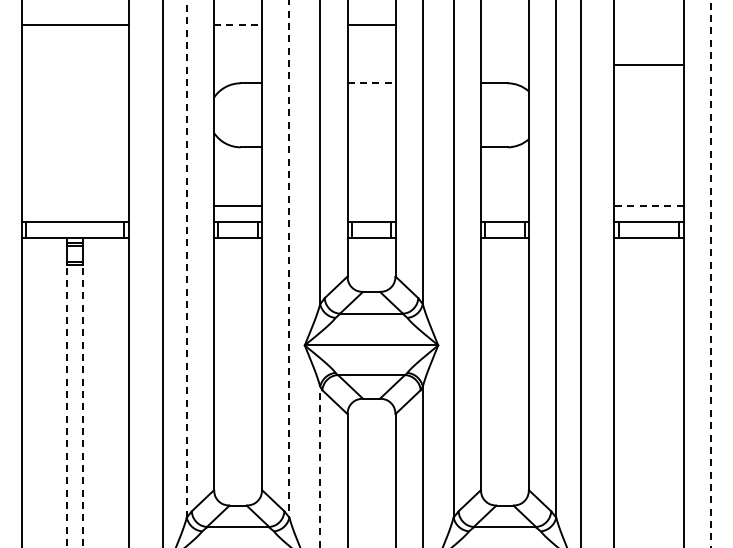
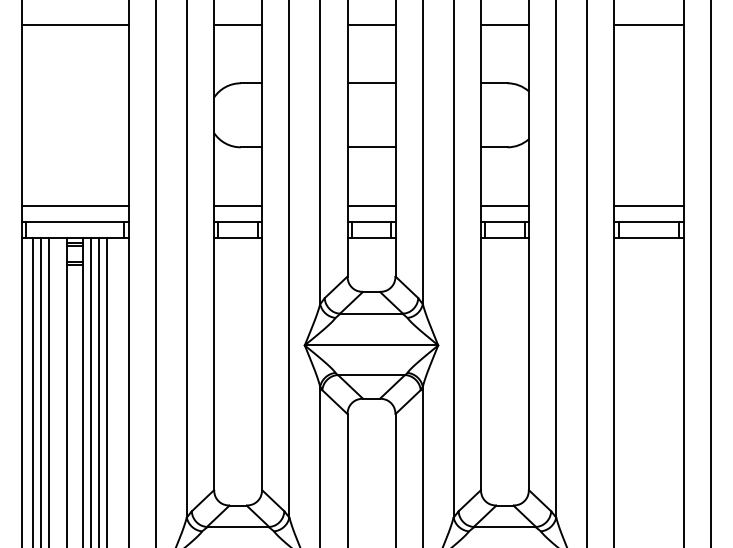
line at (238, 24): dashed -> solid
line at (504, 24): none -> present
line at (648, 64) position: (648, 64) -> (648, 24)
line at (372, 83): dashed -> solid
line at (371, 147): none -> present
line at (74, 206): none -> present
line at (371, 206): none -> present
line at (504, 206): none -> present
line at (649, 206): dashed -> solid
line at (186, 258): dashed -> solid
line at (289, 259): dashed -> solid
line at (163, 273) position: (163, 273) -> (156, 273)
line at (581, 273) position: (581, 273) -> (587, 273)
line at (711, 274): dashed -> solid
line at (32, 391): none -> present
line at (40, 391): none -> present
line at (48, 391): none -> present
line at (91, 391): none -> present
line at (99, 391): none -> present
line at (107, 391): none -> present
line at (67, 405): dashed -> solid
line at (83, 405): dashed -> solid
line at (320, 466): dashed -> solid
